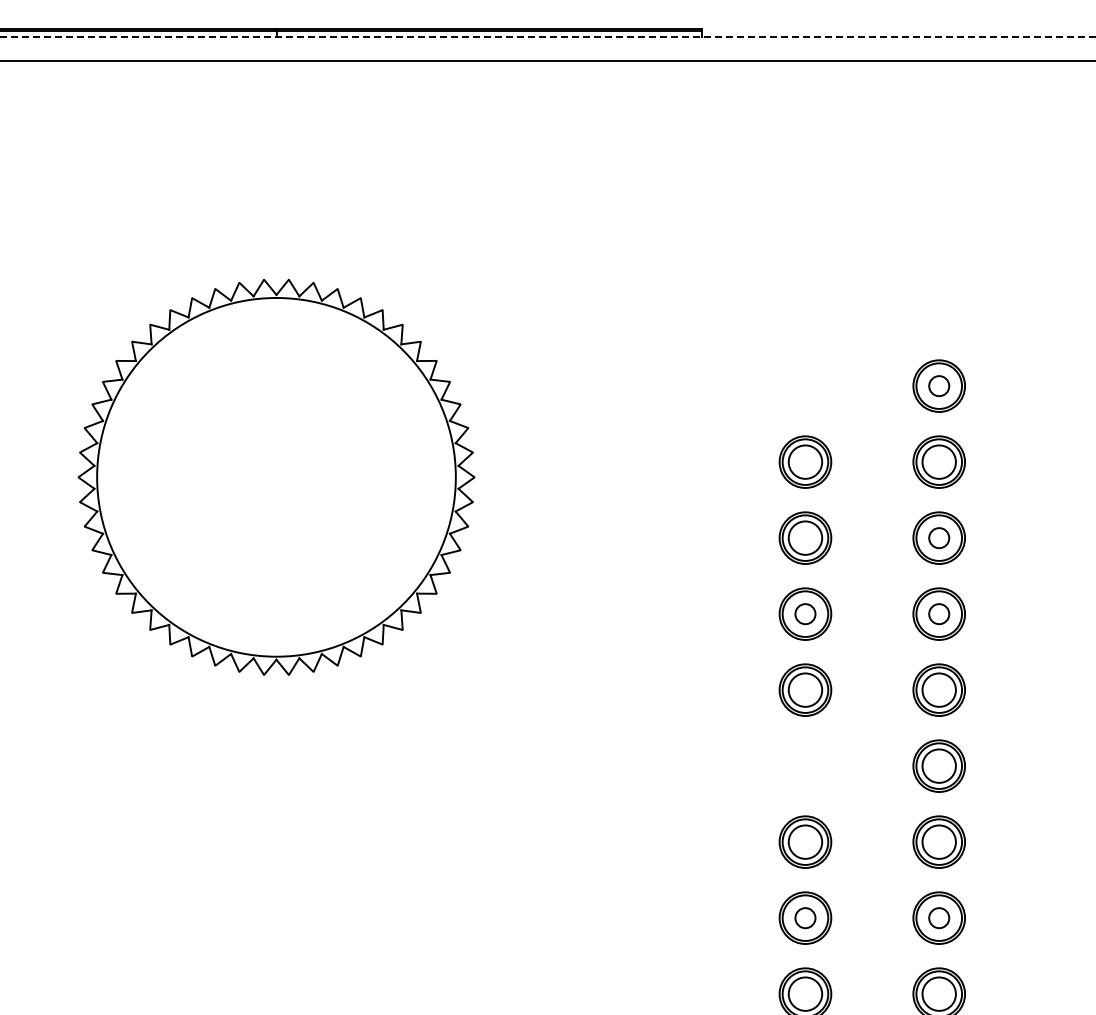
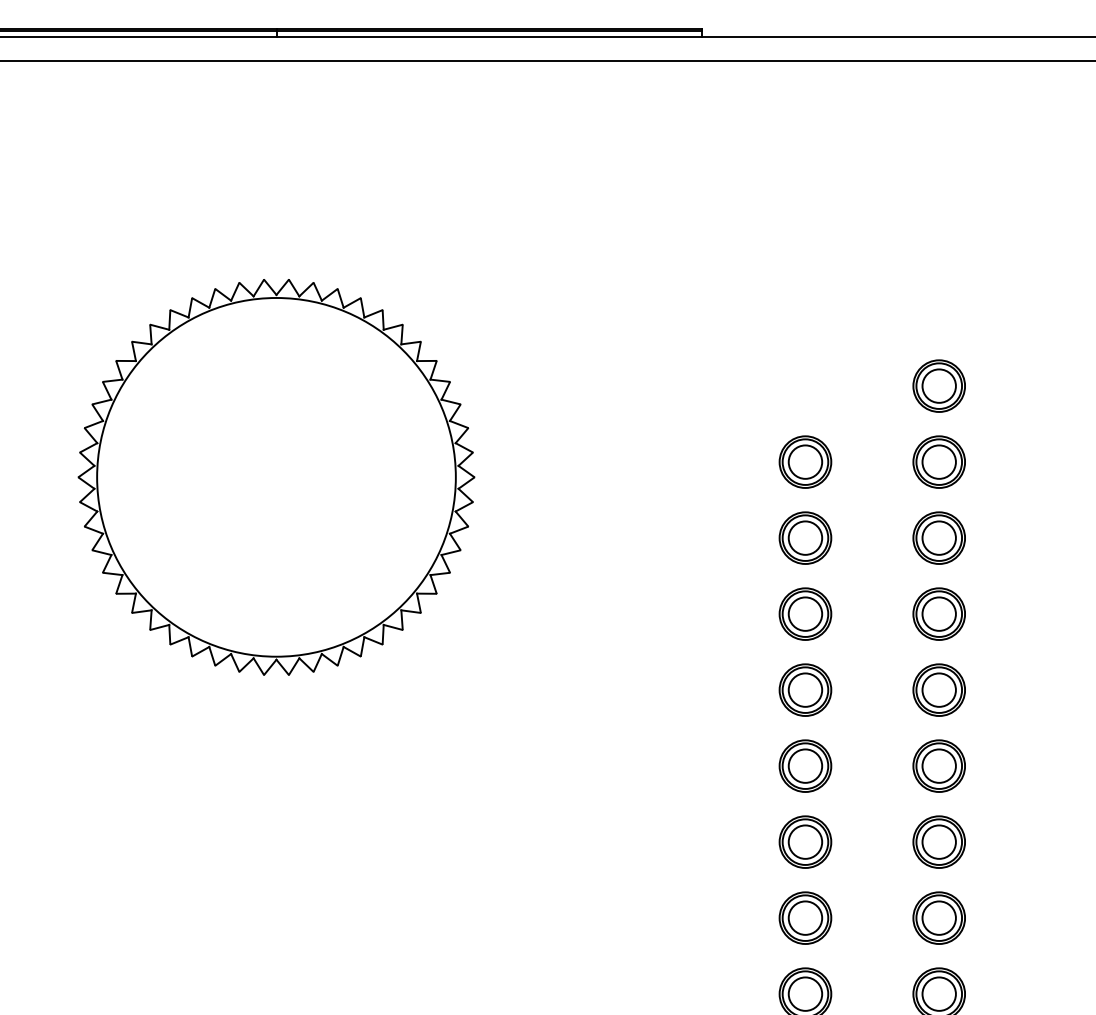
line at (548, 36): dashed -> solid
circle at (939, 386) diameter: 20 px -> 33 px
circle at (939, 538) diameter: 20 px -> 33 px
circle at (805, 614) diameter: 20 px -> 33 px
circle at (939, 614) diameter: 20 px -> 33 px
part at (805, 765): none -> present
circle at (805, 918) diameter: 20 px -> 33 px
circle at (939, 918) diameter: 20 px -> 33 px
